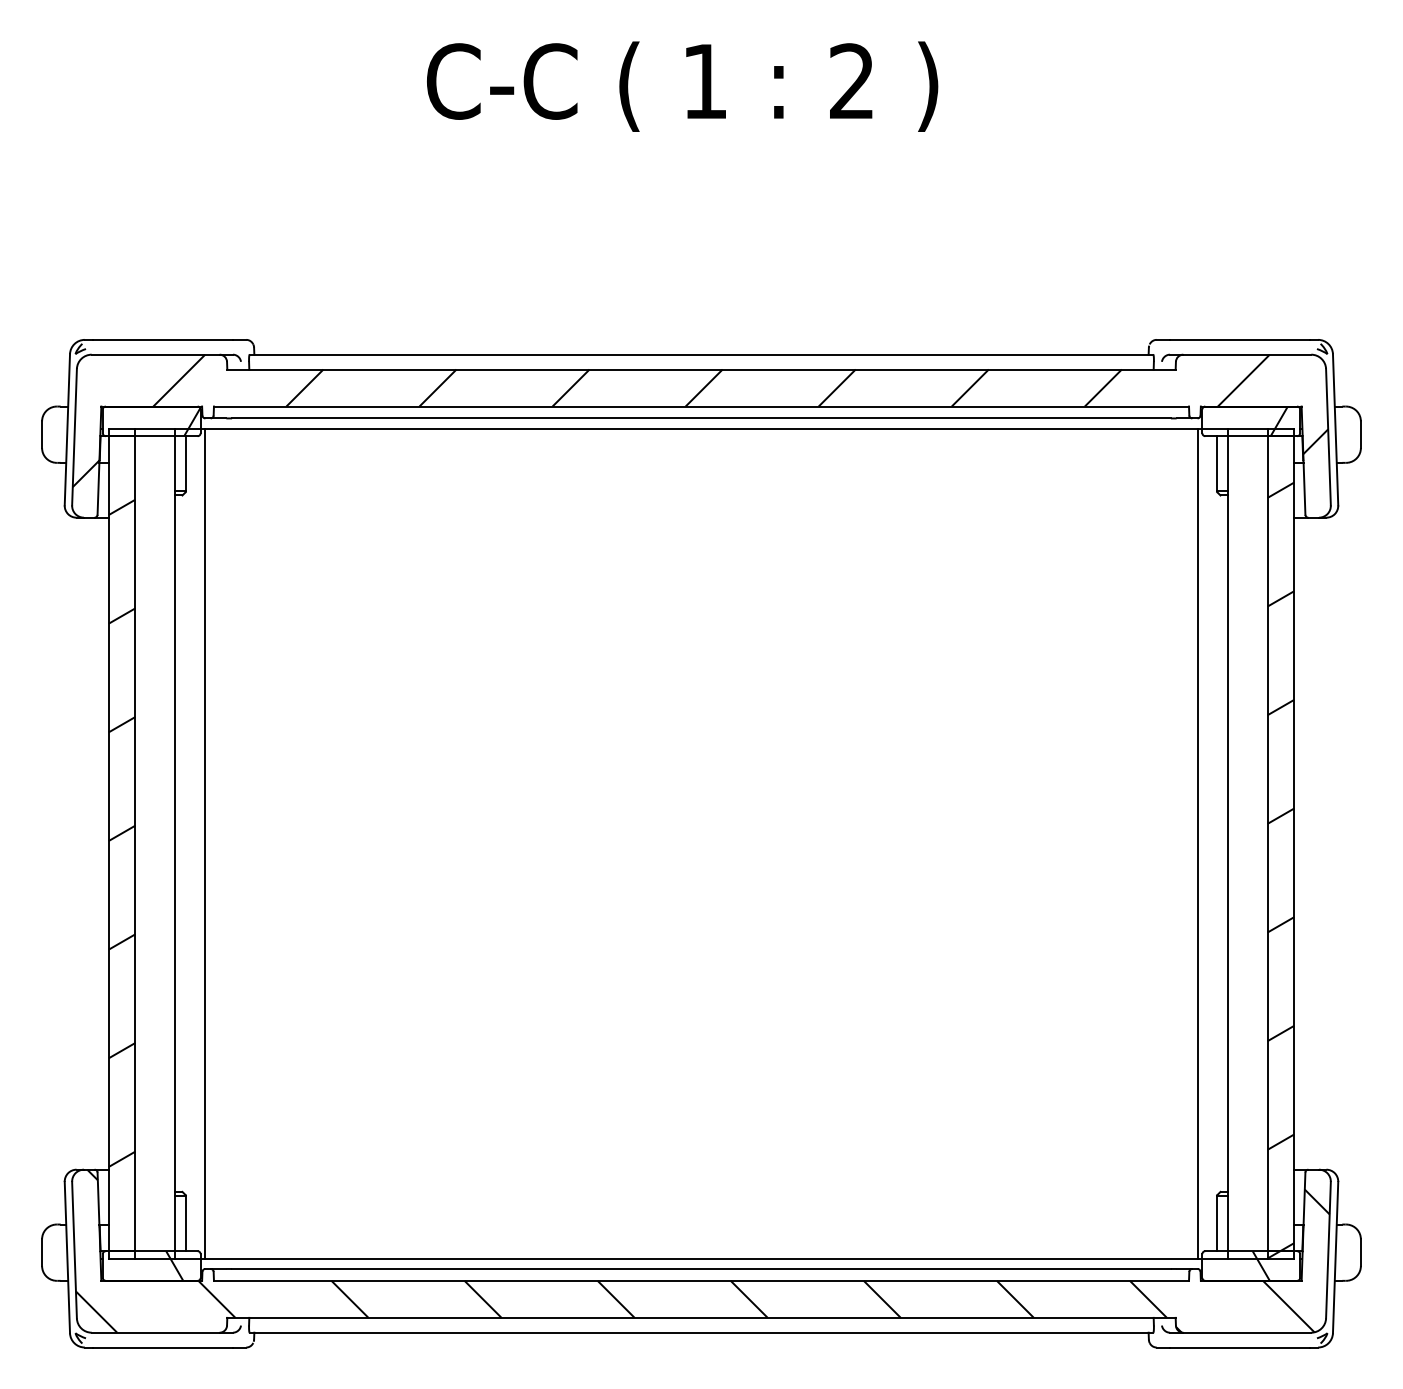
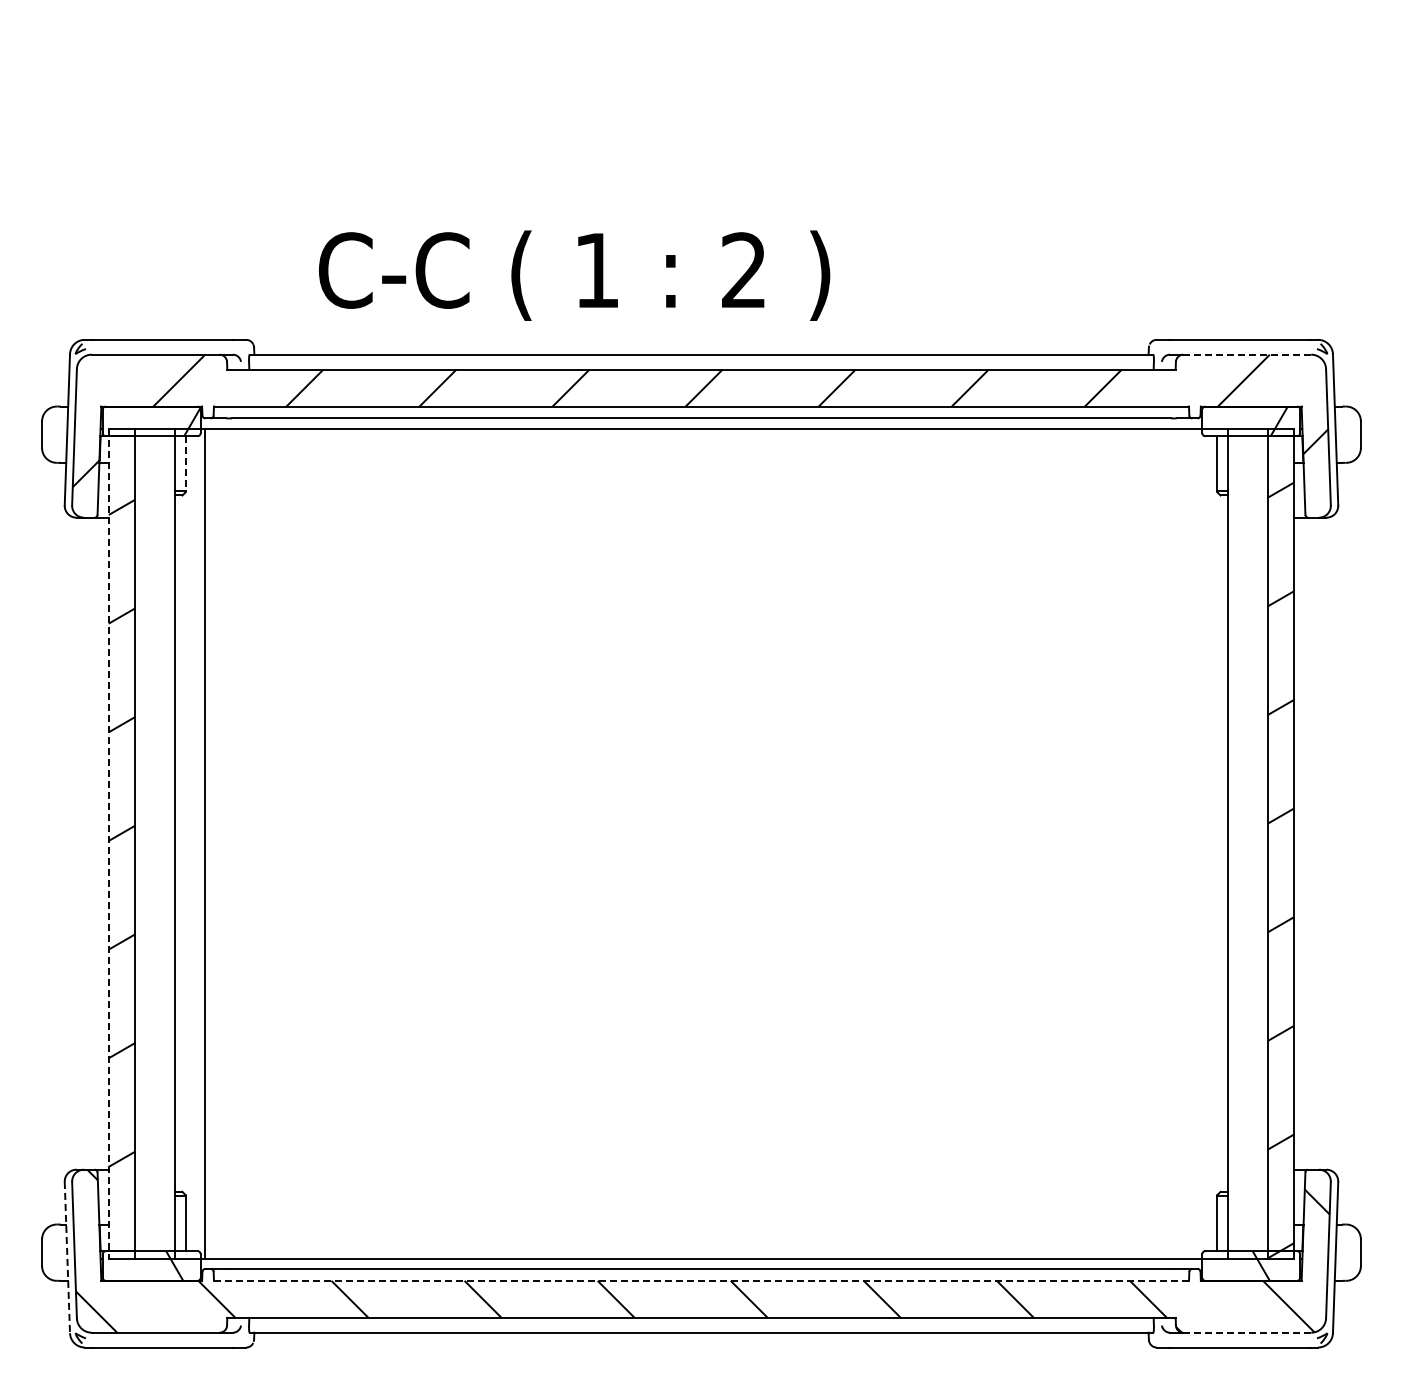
text at (682, 86) position: (682, 86) -> (574, 275)
line at (1247, 354): solid -> dashed
line at (186, 463): solid -> dashed
line at (108, 843): solid -> dashed
line at (1197, 843): present -> none
line at (67, 1257): solid -> dashed
line at (701, 1280): solid -> dashed
line at (1247, 1332): solid -> dashed
